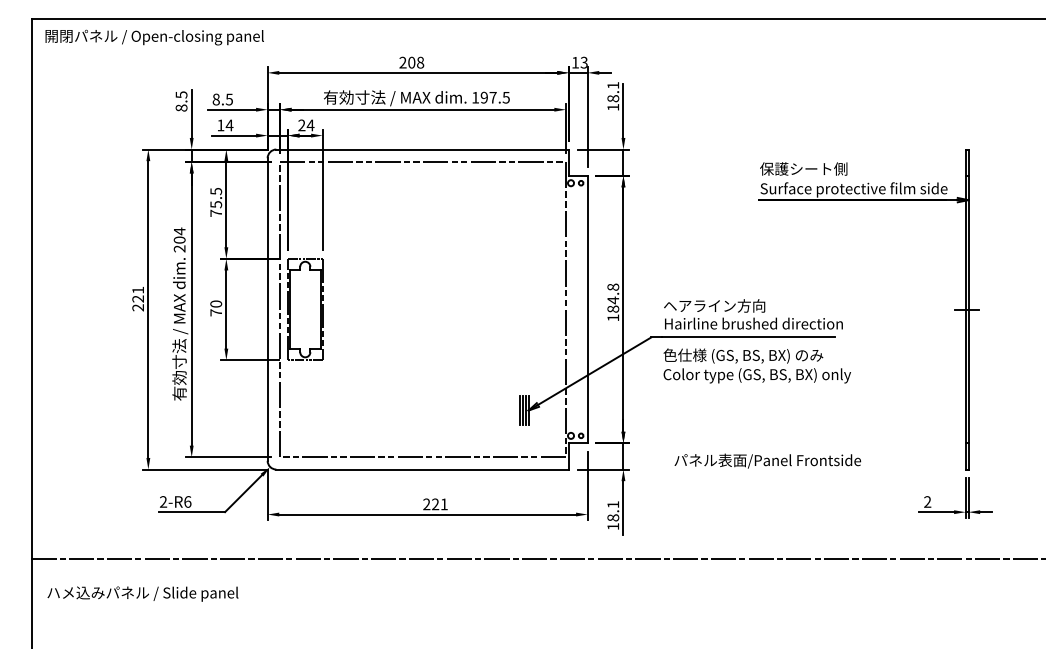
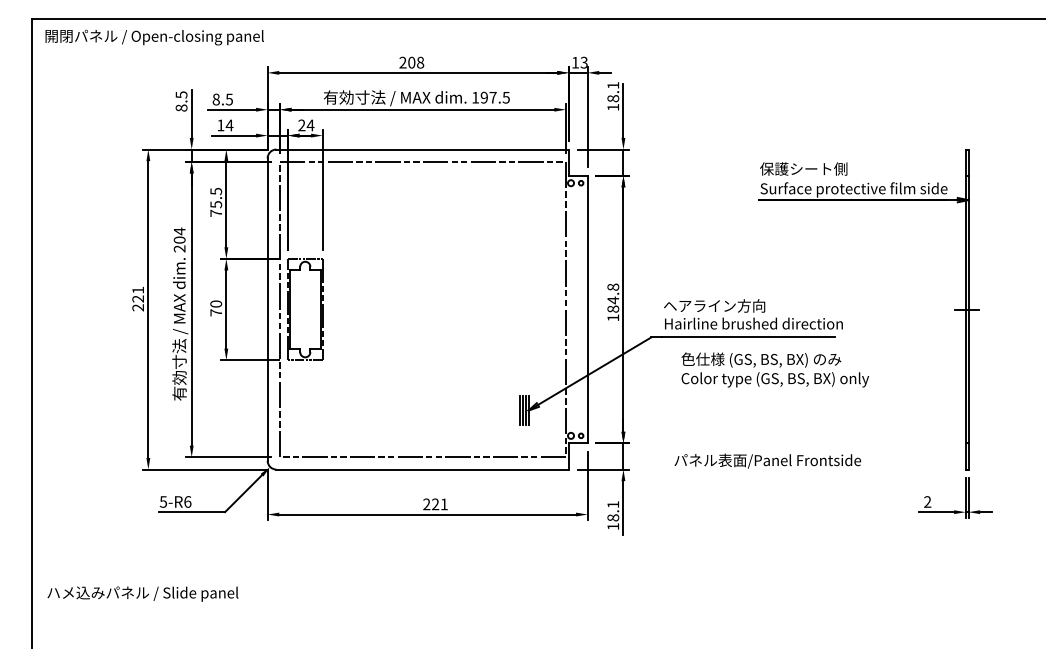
text at (756, 365) position: (756, 365) -> (774, 369)
text at (163, 501): 2-R6 -> 5-R6
line at (536, 558): present -> none
